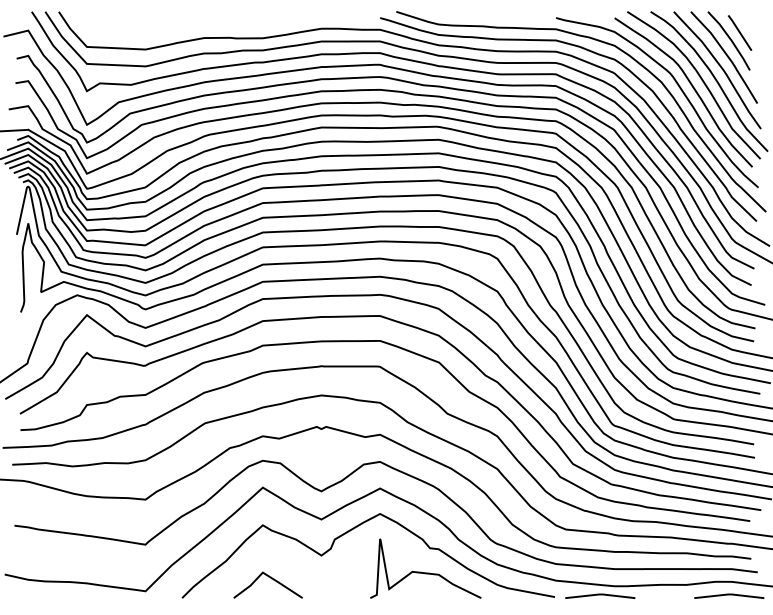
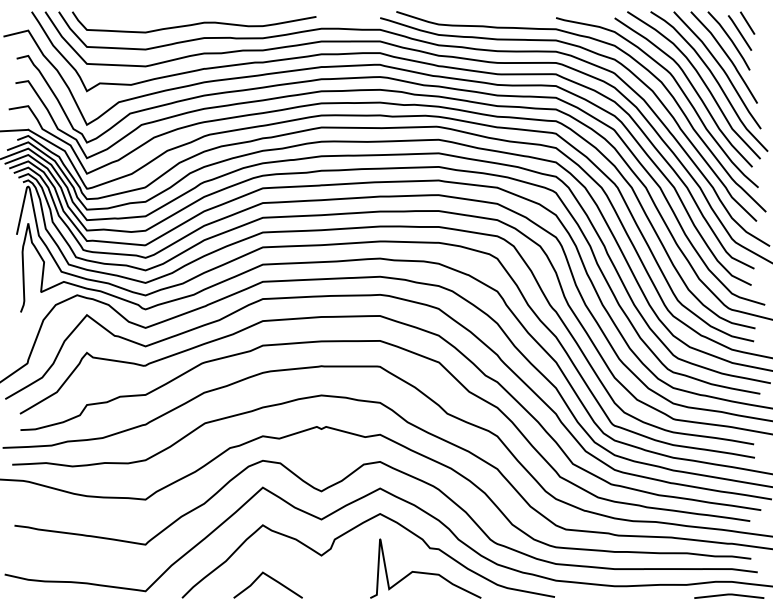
line at (747, 22): none -> present
curve at (194, 23): none -> present
line at (600, 595): present -> none
